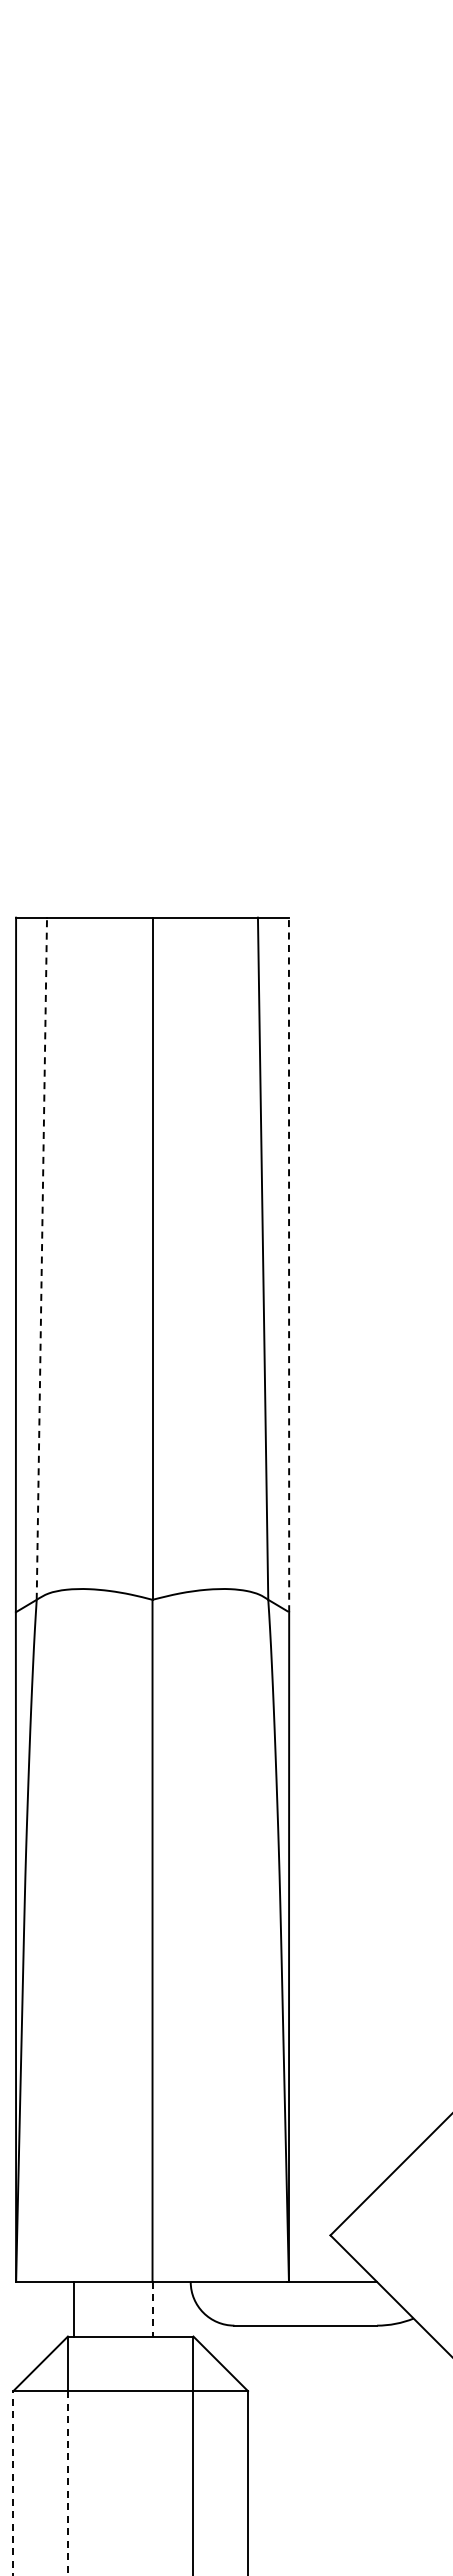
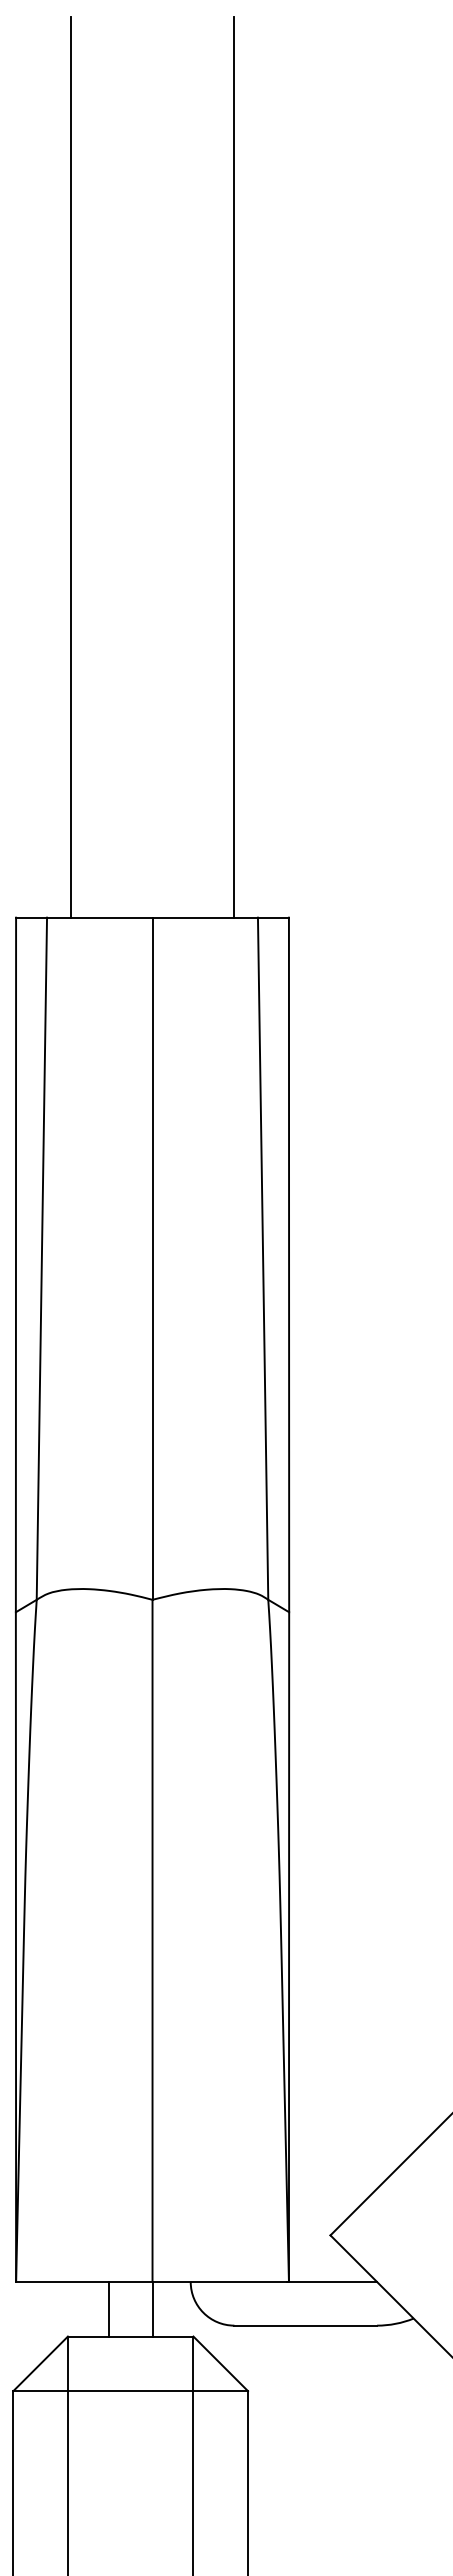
line at (70, 467): none -> present
line at (234, 467): none -> present
line at (41, 1258): dashed -> solid
line at (289, 1264): dashed -> solid
line at (73, 2308) position: (73, 2308) -> (108, 2308)
line at (152, 2309): dashed -> solid
line at (13, 2483): dashed -> solid
line at (67, 2484): dashed -> solid
